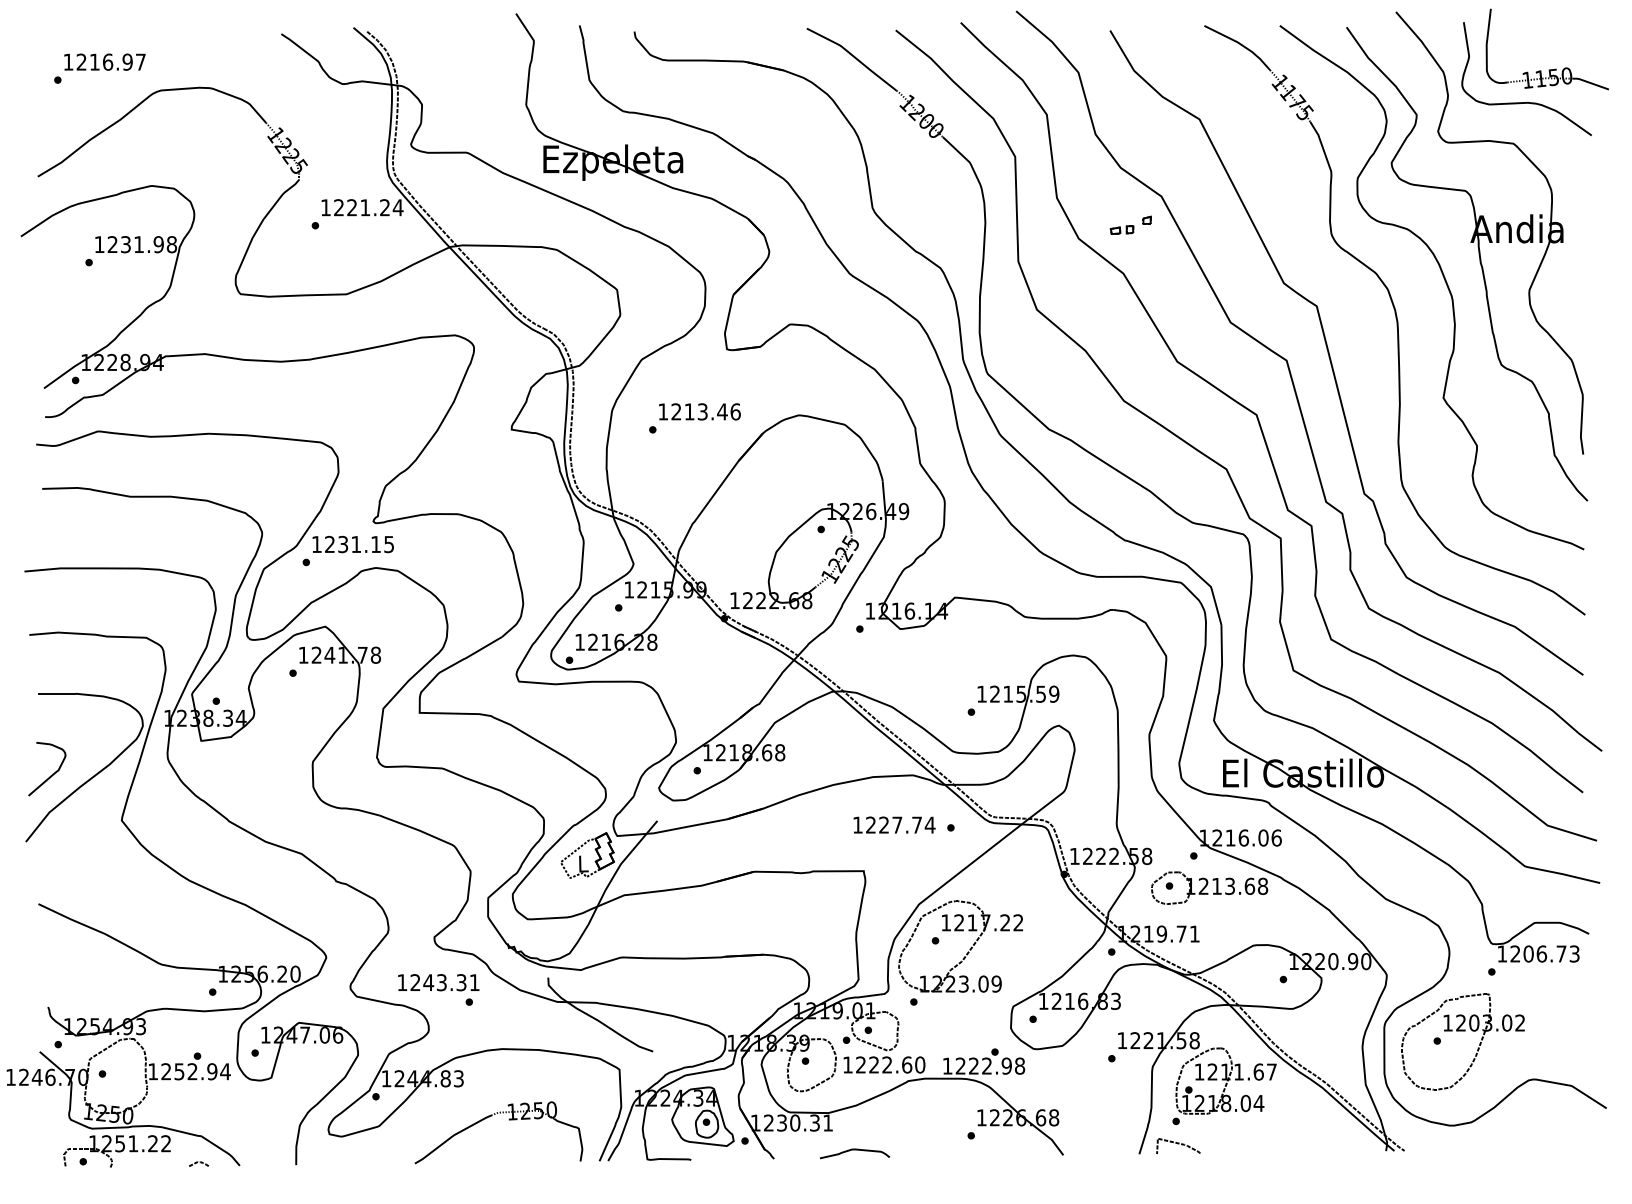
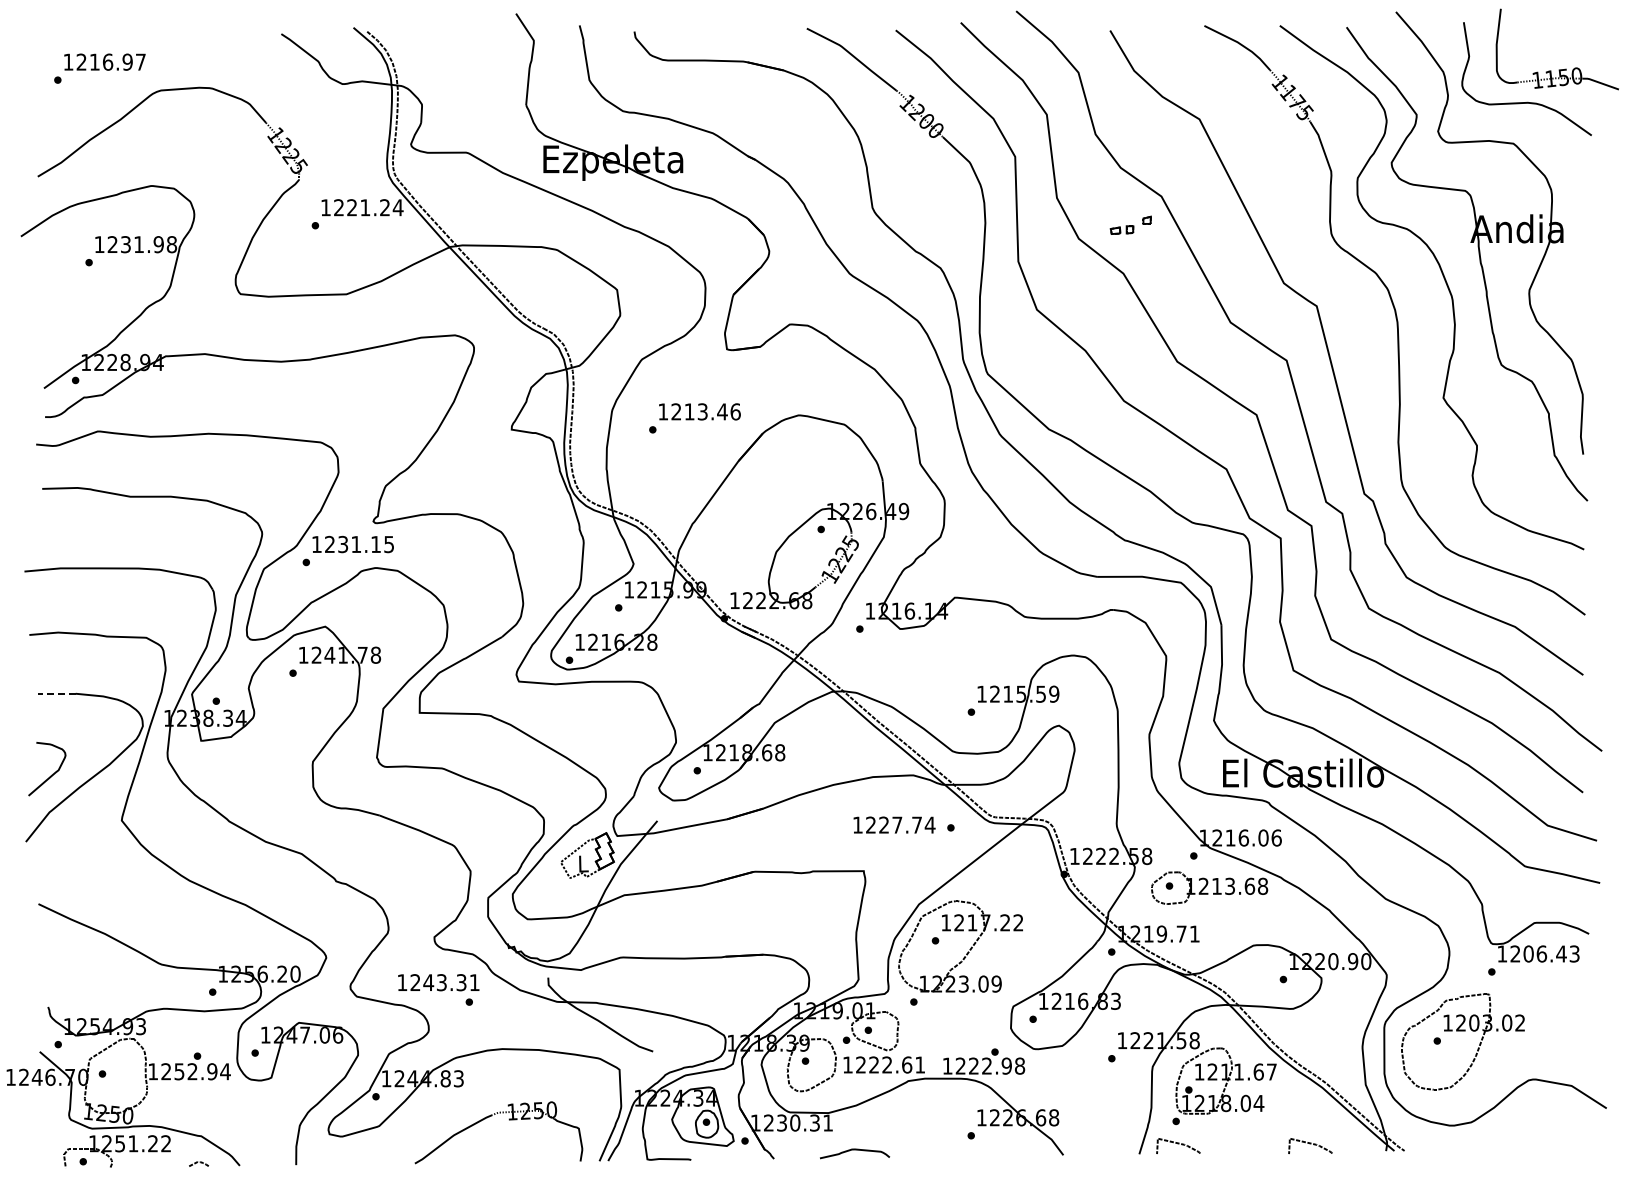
part at (1548, 69) position: (1548, 69) -> (1558, 69)
line at (56, 693): solid -> dashed
text at (1561, 953): 1206.73 -> 1206.43
text at (920, 1064): 1222.60 -> 1222.61
curve at (1310, 1144): none -> present
